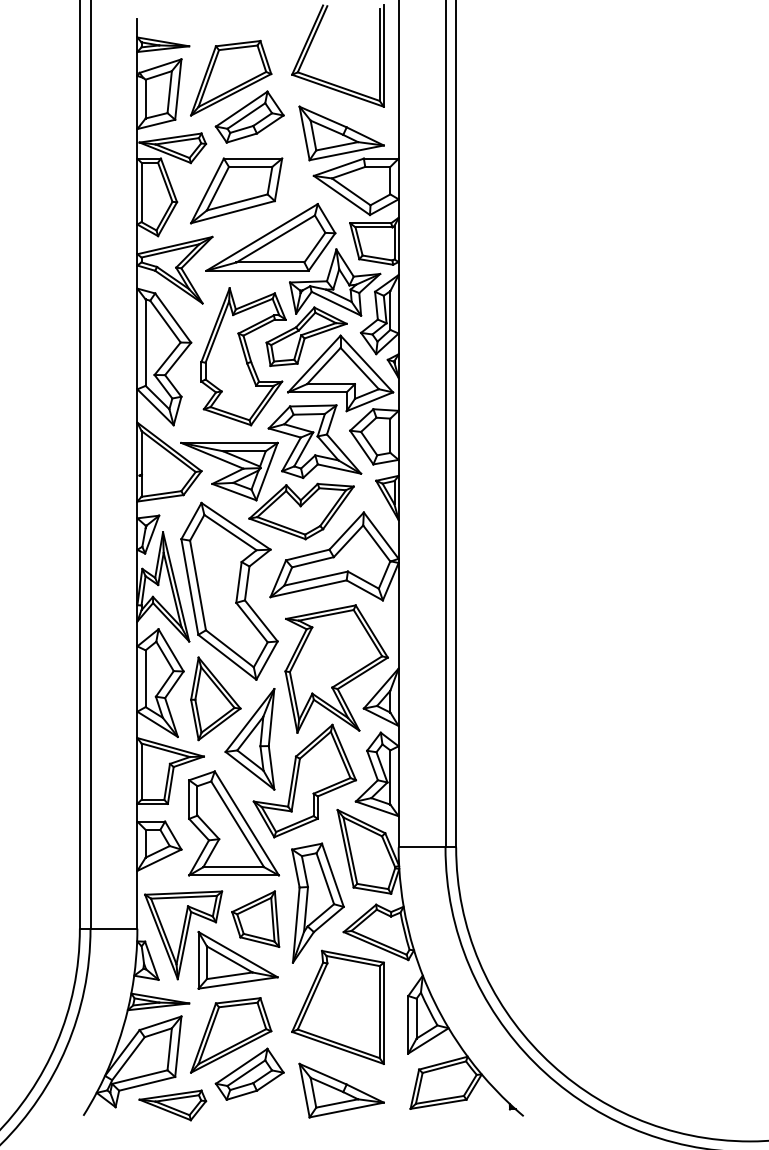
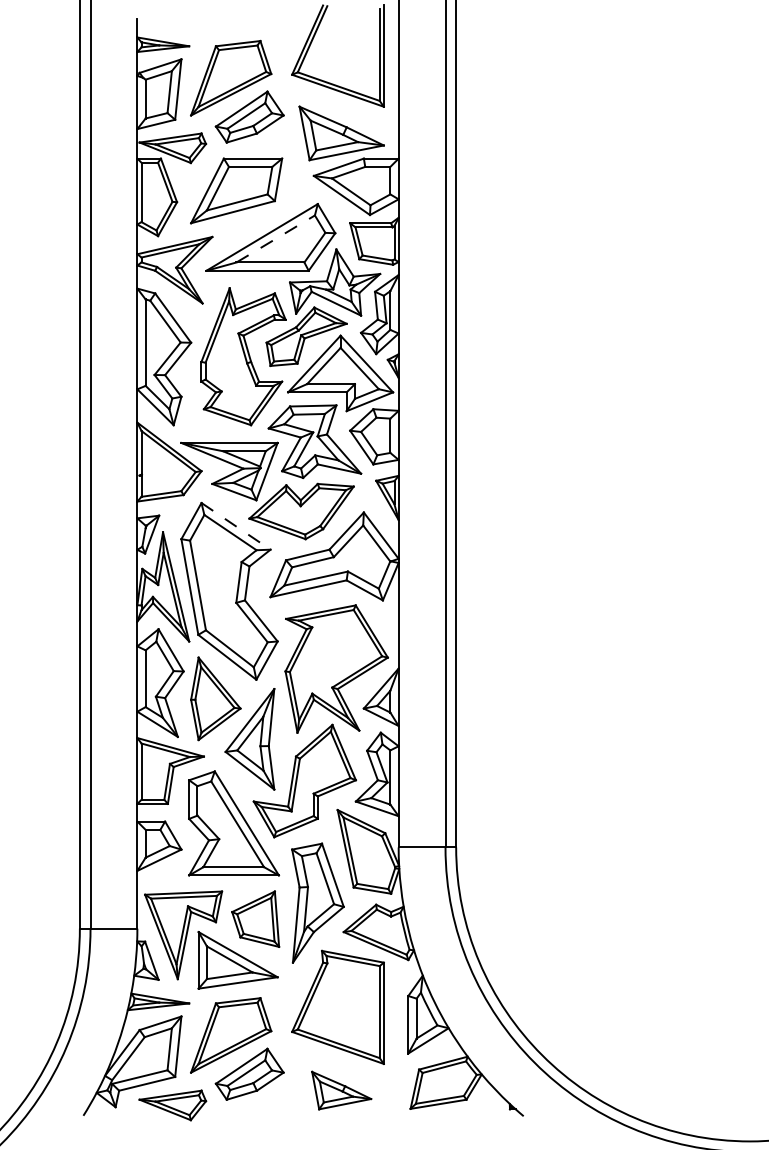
line at (275, 238): solid -> dashed
line at (236, 526): solid -> dashed
part at (341, 1090) size: 87x57 px -> 62x41 px
